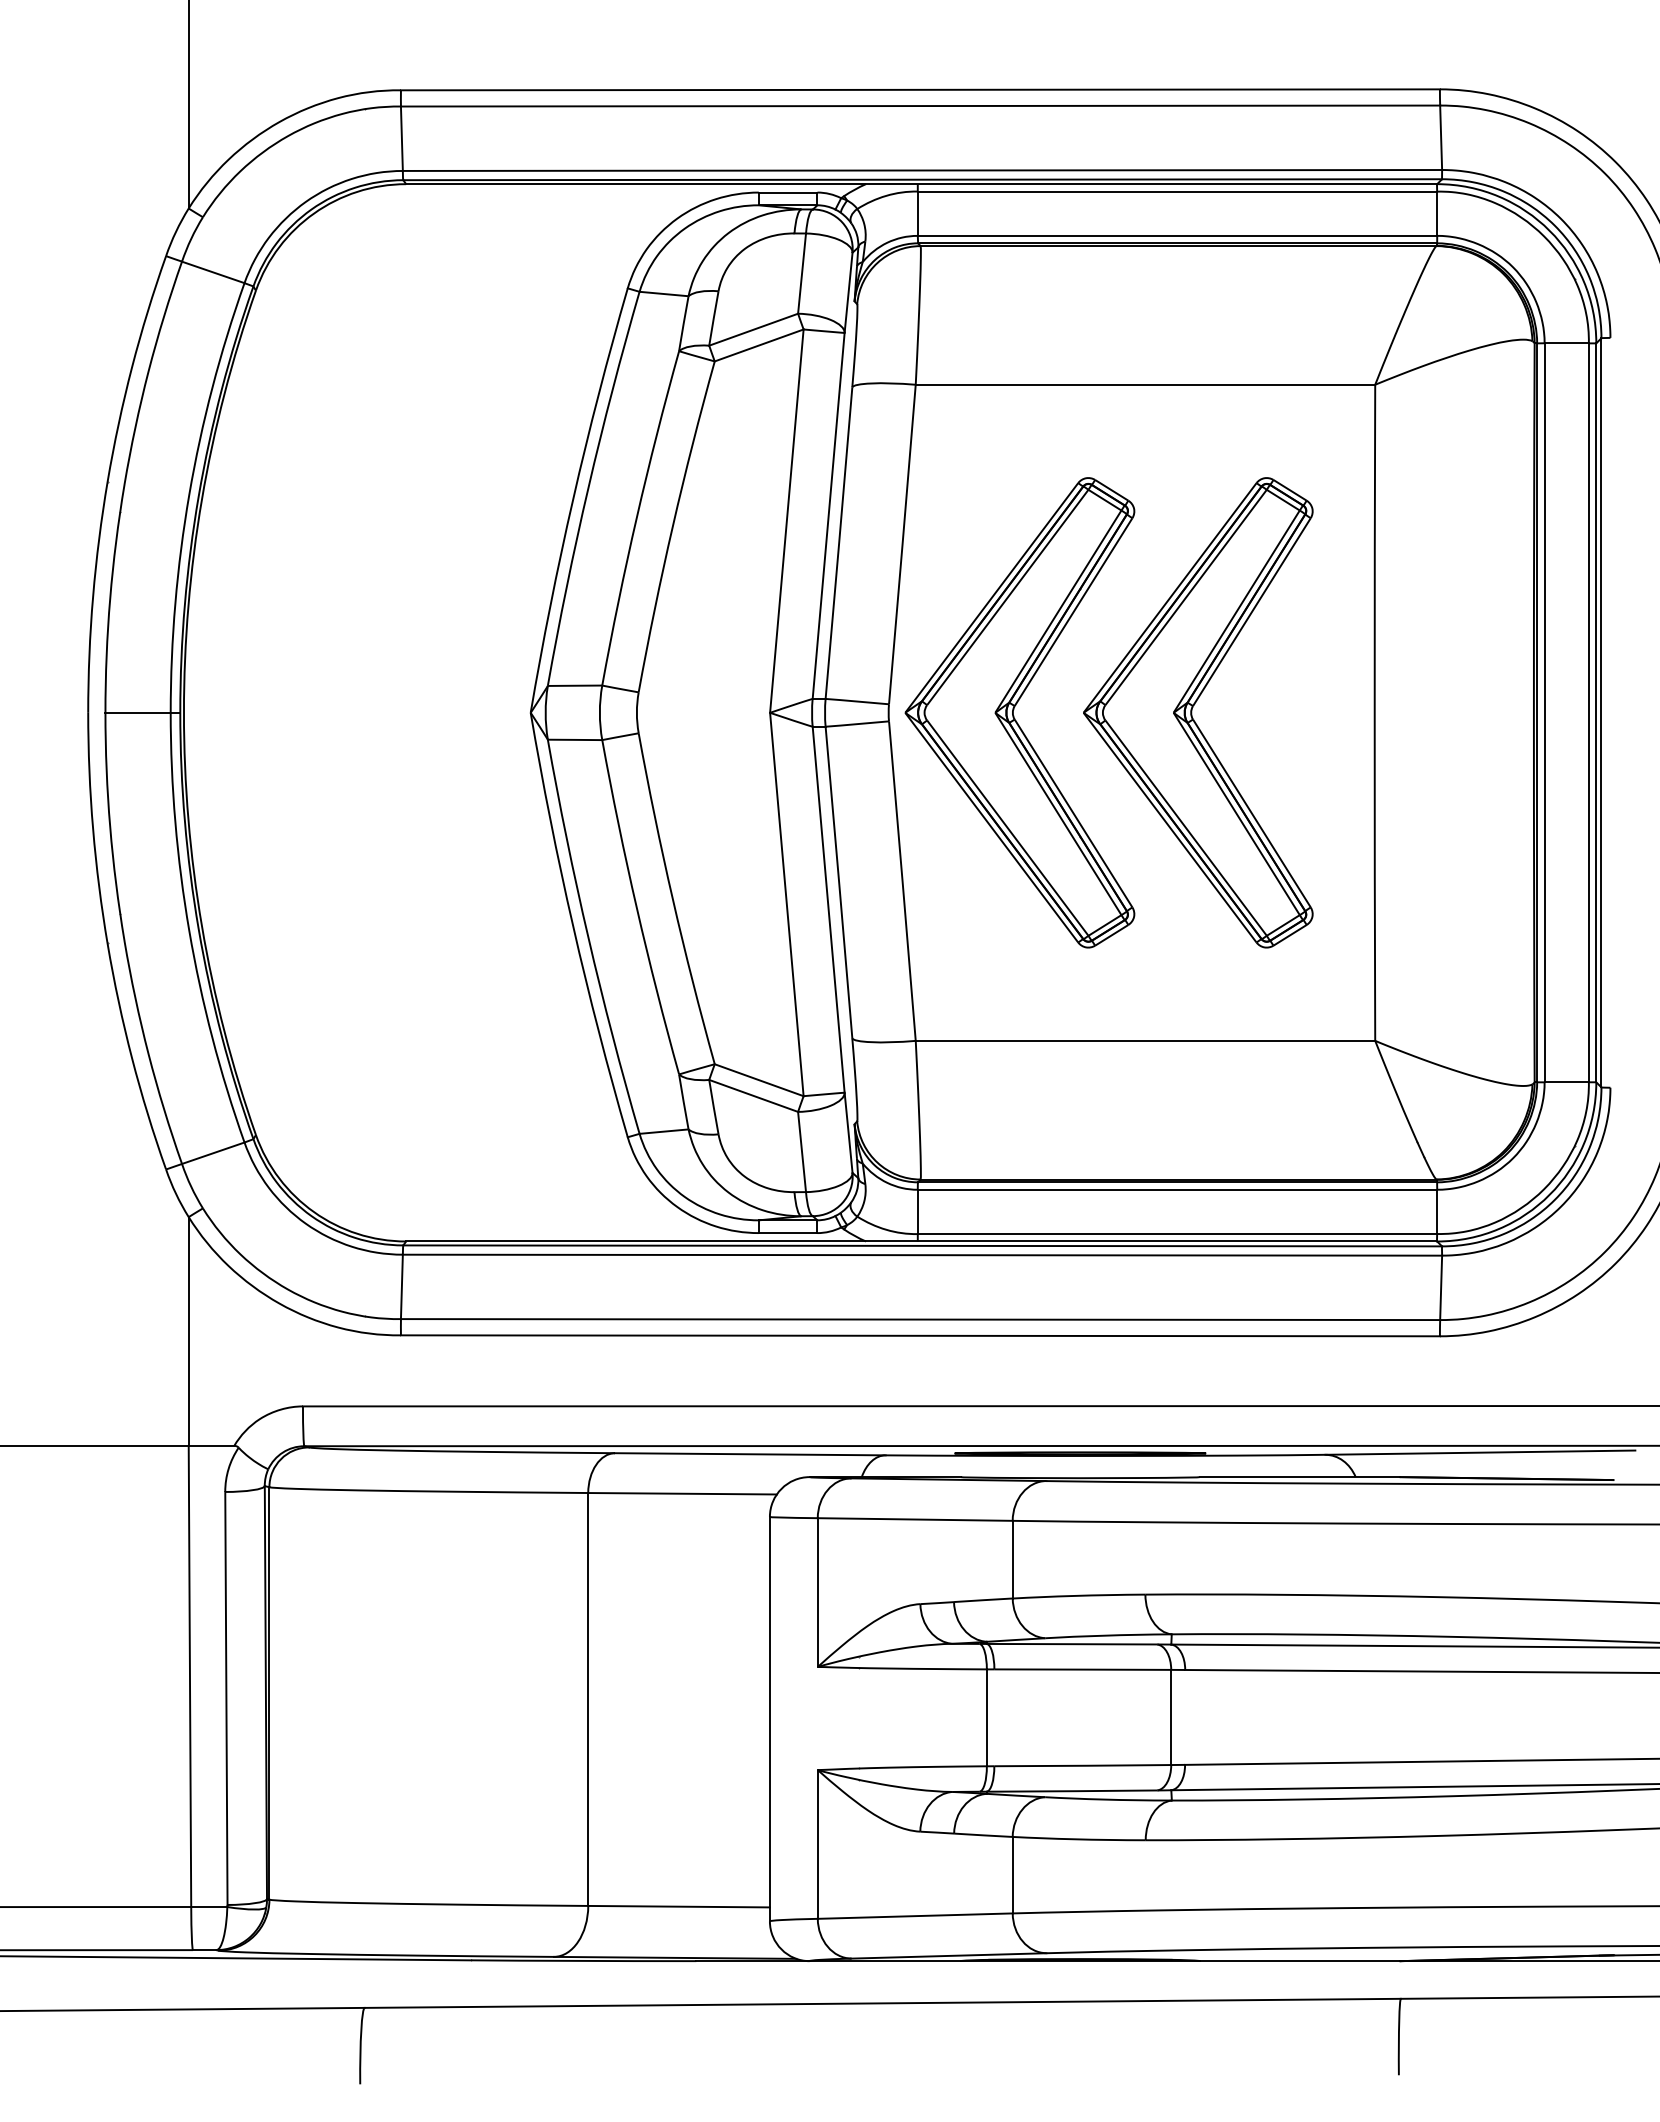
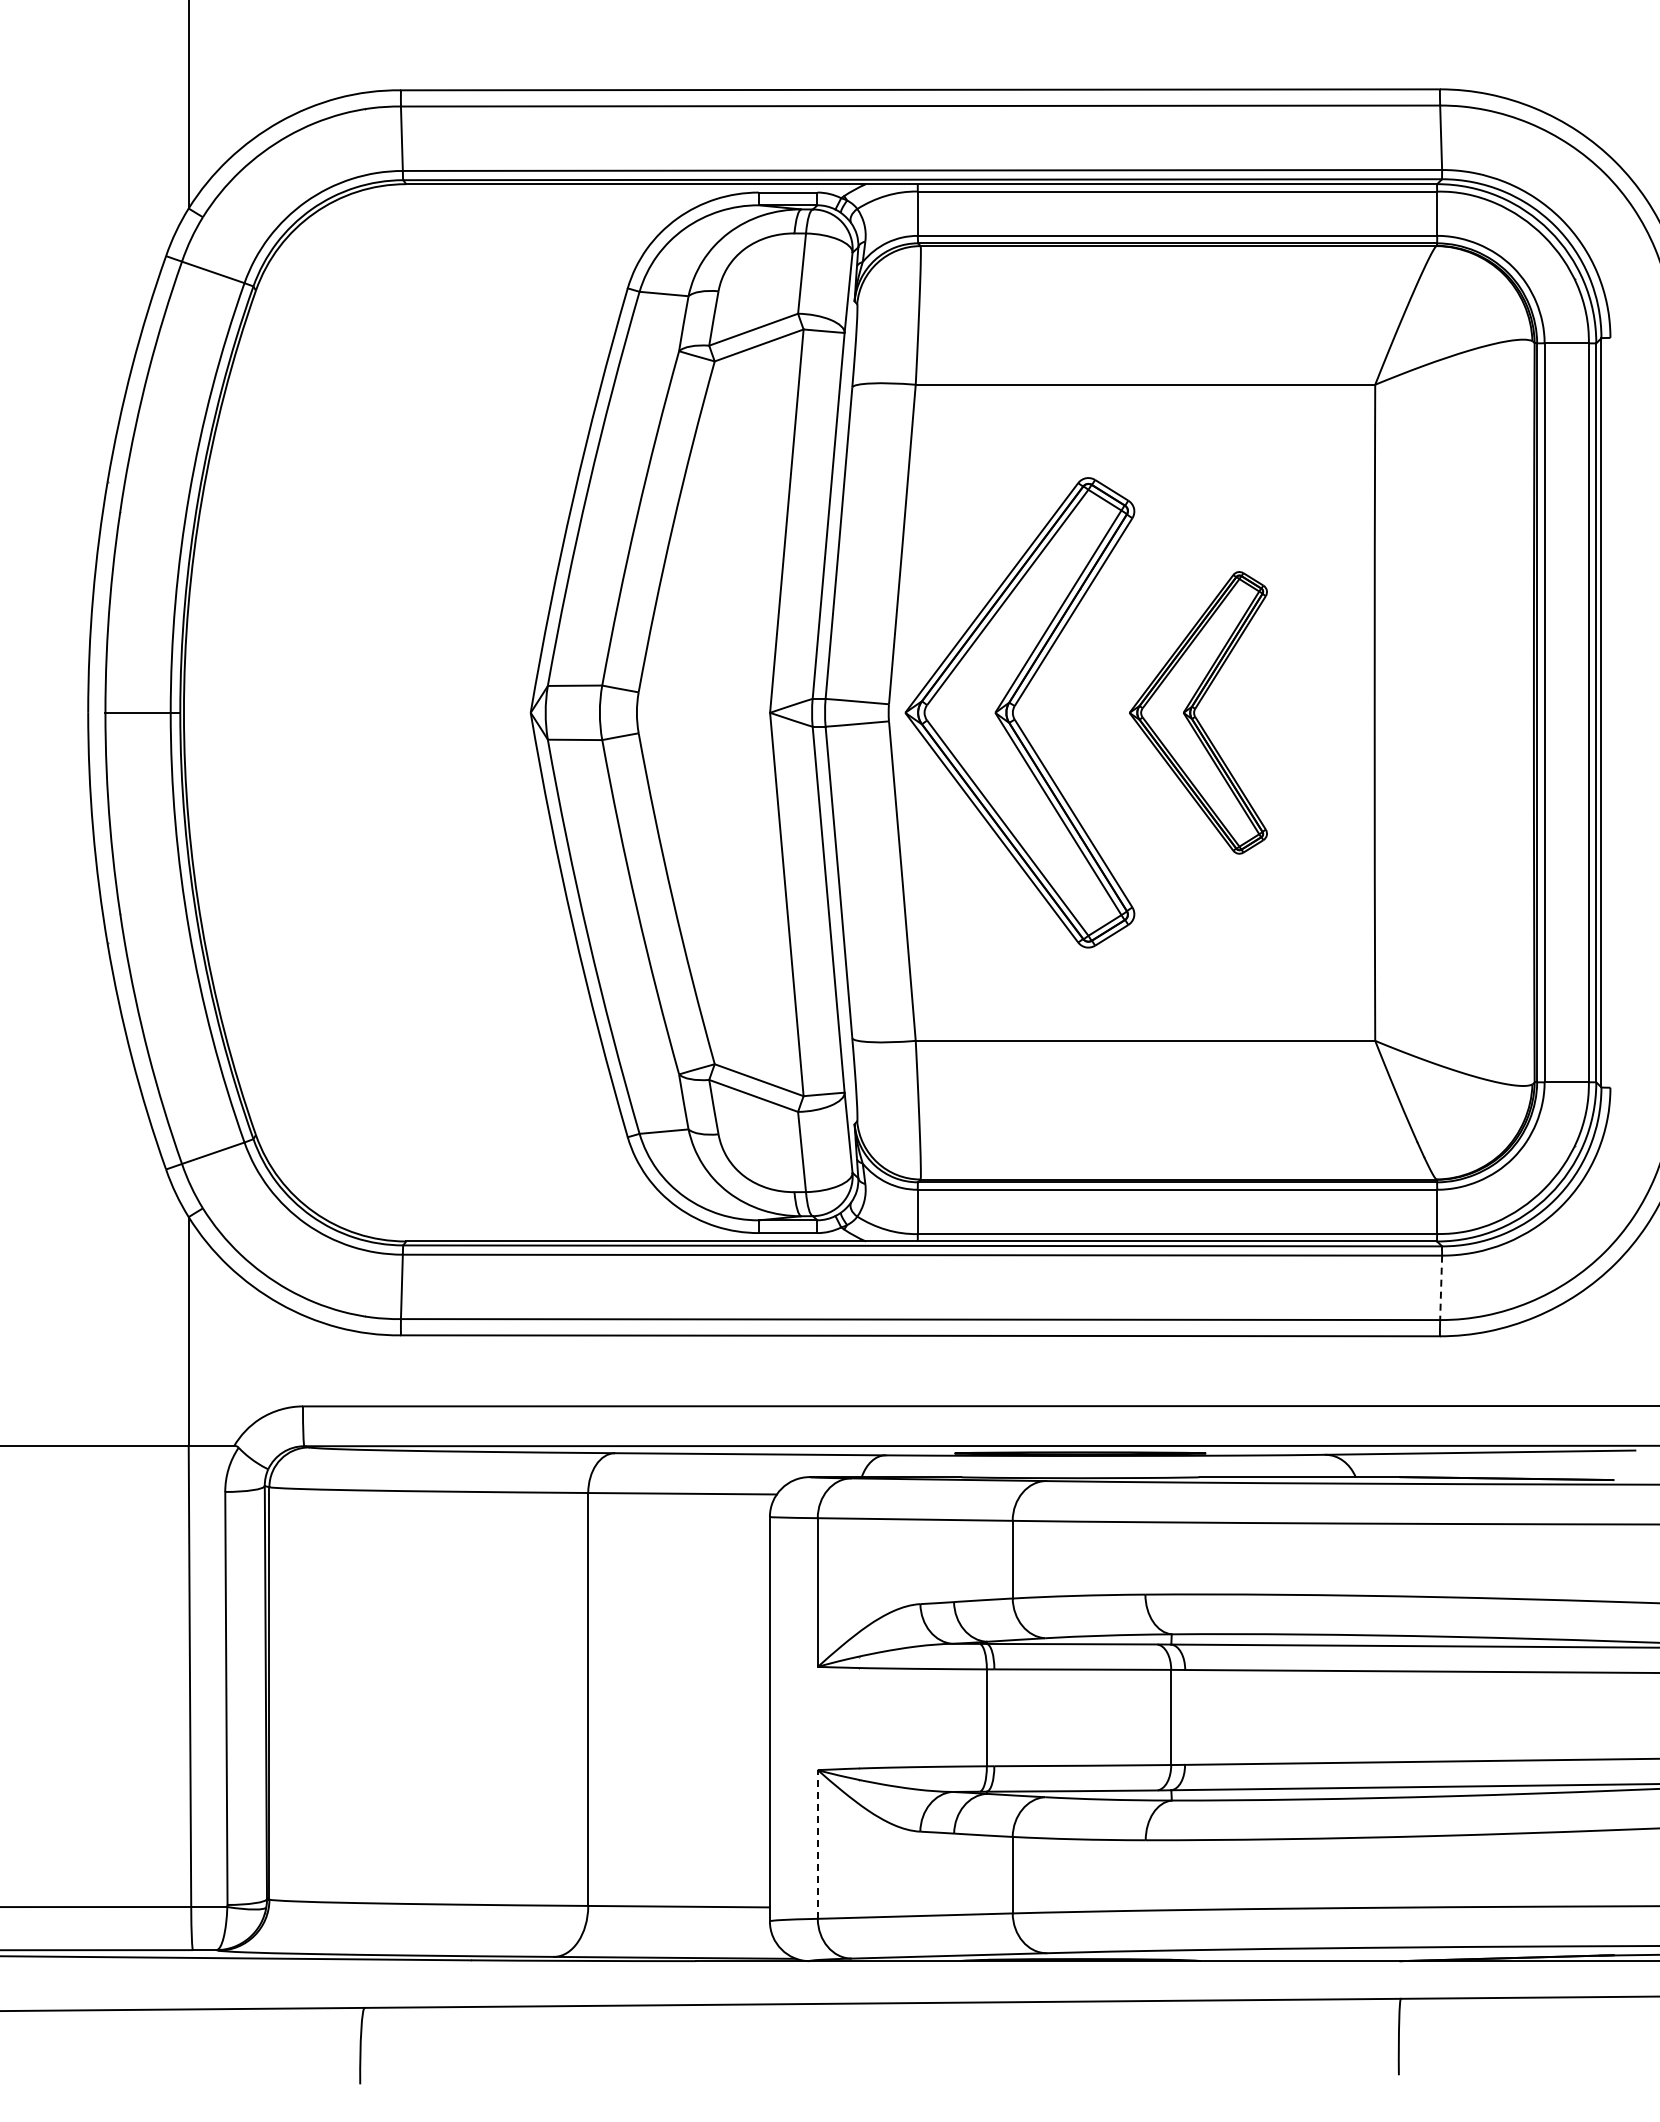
part at (1198, 712) size: 231x472 px -> 139x284 px
line at (1441, 1288): solid -> dashed
line at (817, 1843): solid -> dashed
